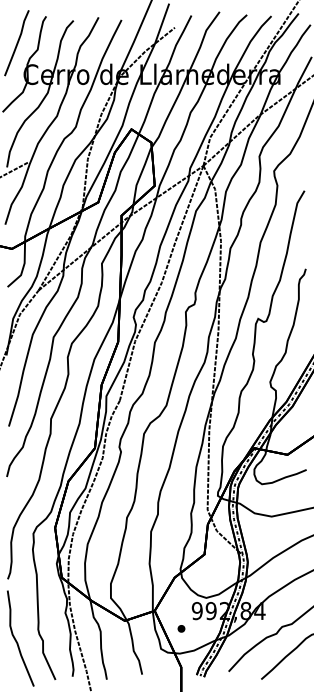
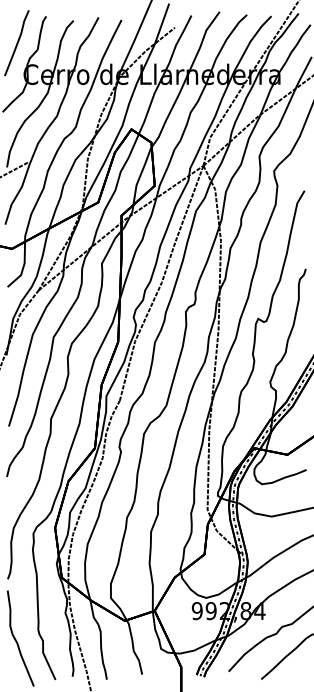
part at (181, 628): present -> none
